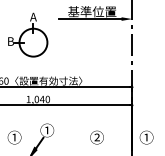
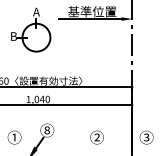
part at (28, 34) position: (28, 34) -> (31, 29)
text at (46, 130): ① -> ⑧
text at (146, 137): ① -> ③
